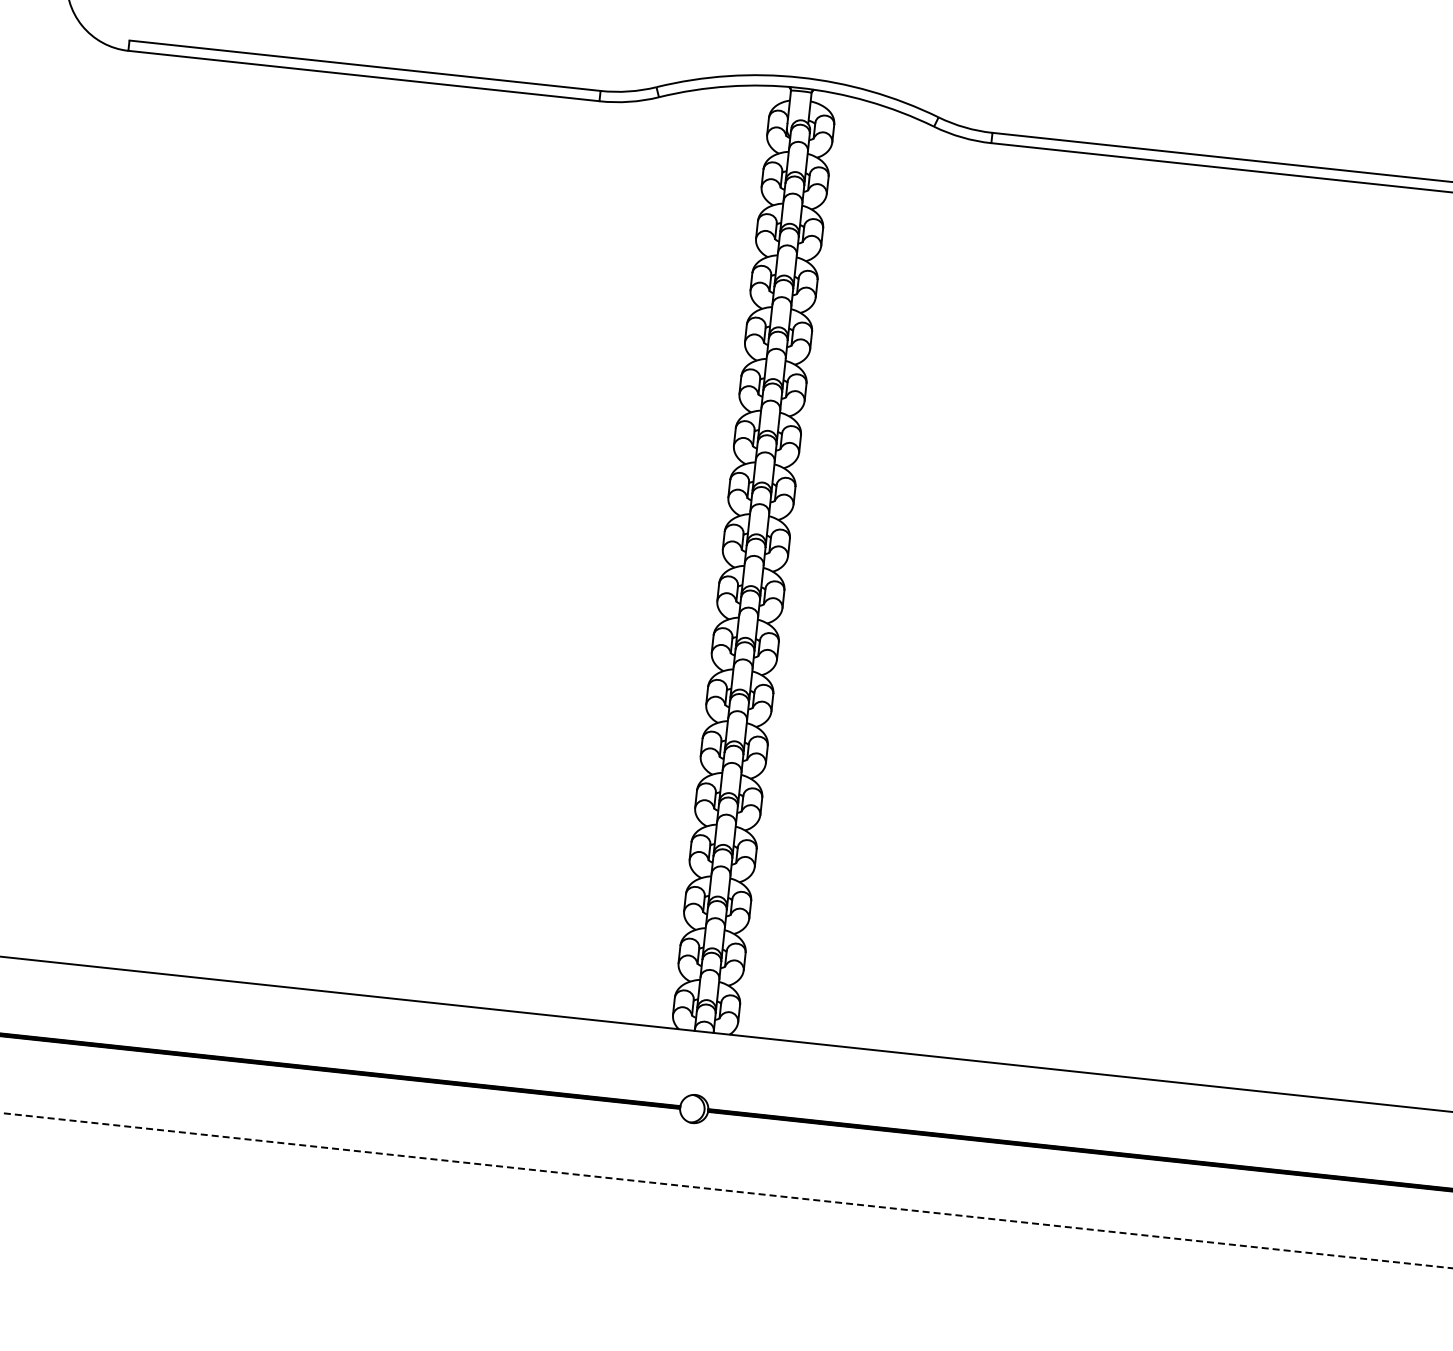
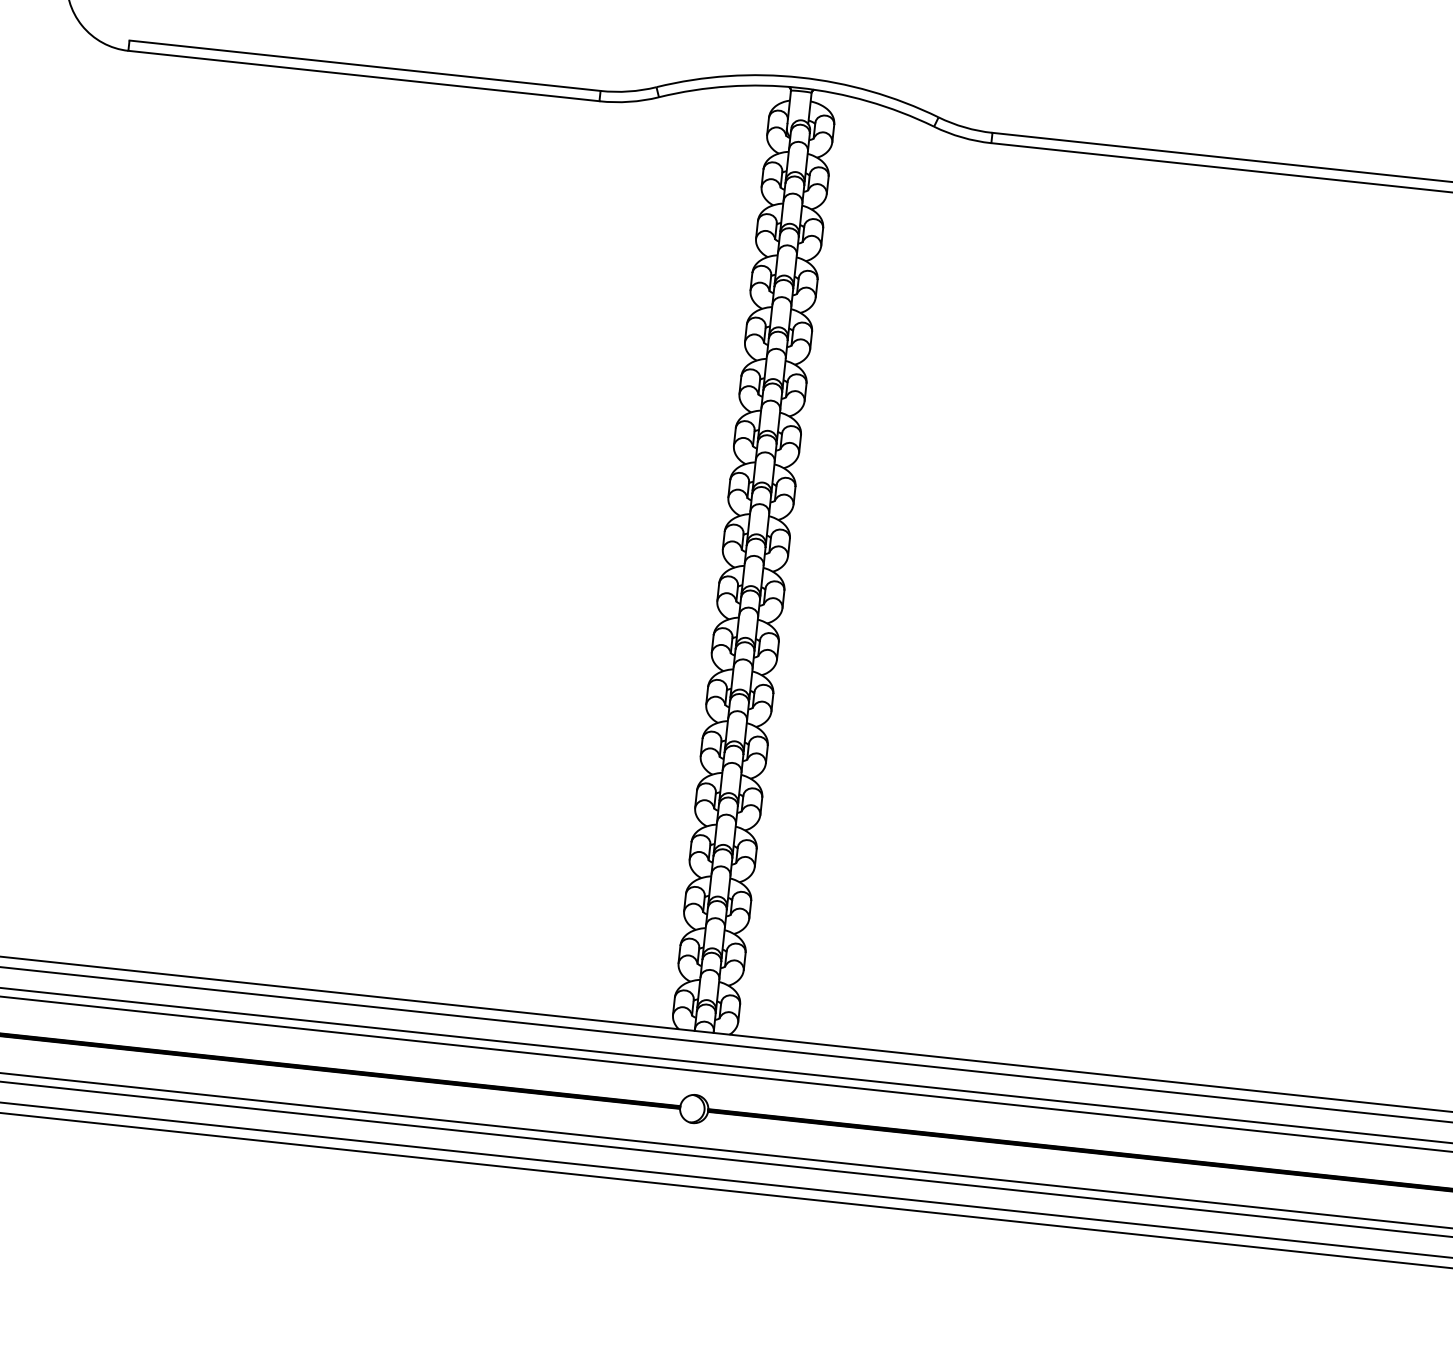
line at (725, 1044): none -> present
line at (725, 1065): none -> present
line at (725, 1073): none -> present
line at (725, 1150): none -> present
line at (725, 1158): none -> present
line at (725, 1179): none -> present
line at (726, 1190): dashed -> solid
